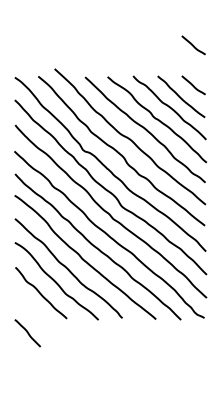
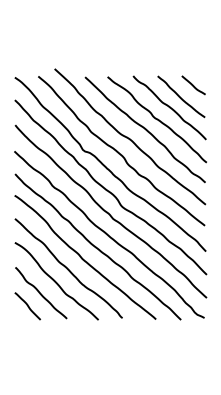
curve at (193, 45): present -> none
line at (27, 333) position: (27, 333) -> (27, 306)
